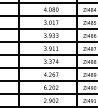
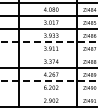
line at (49, 42): solid -> dashed
line at (48, 55): present -> none
line at (49, 81): solid -> dashed
line at (48, 94): present -> none
